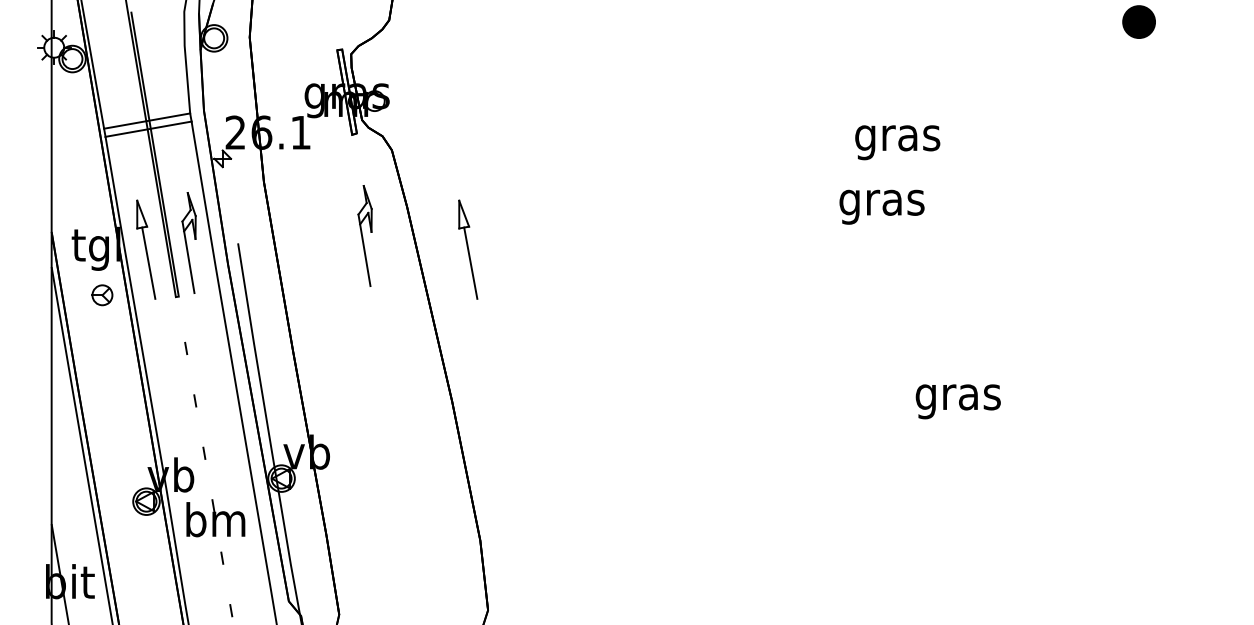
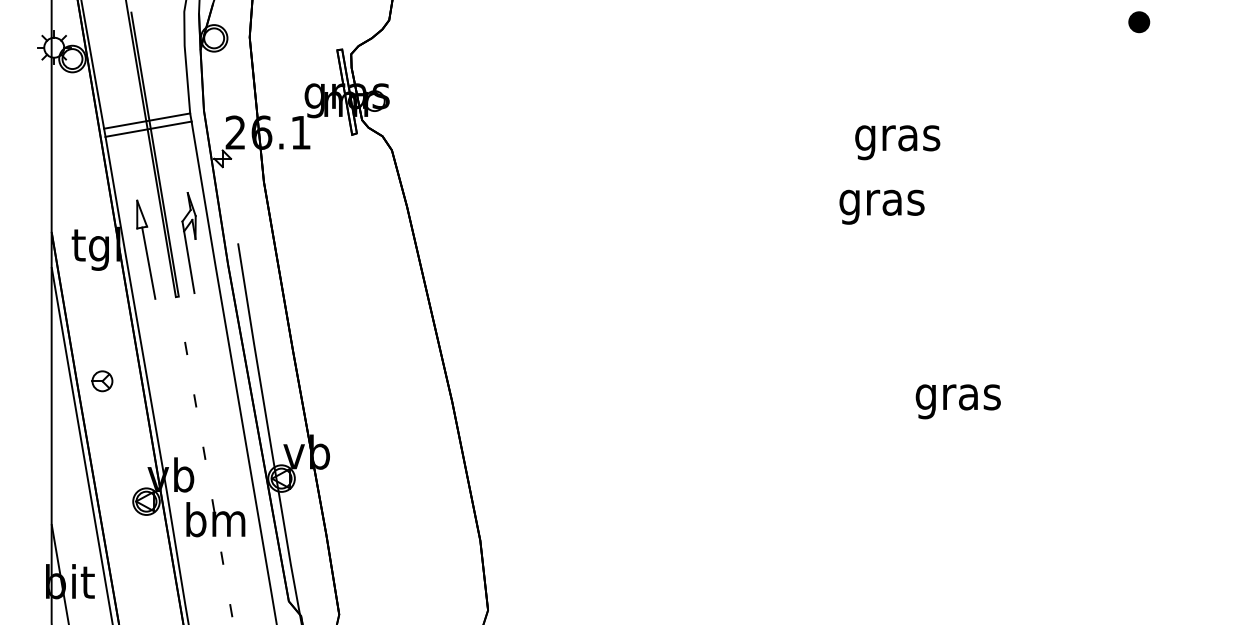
part at (1138, 21) size: 34x34 px -> 23x23 px
part at (364, 235): present -> none
part at (468, 249): present -> none
part at (102, 295) position: (102, 295) -> (102, 381)
